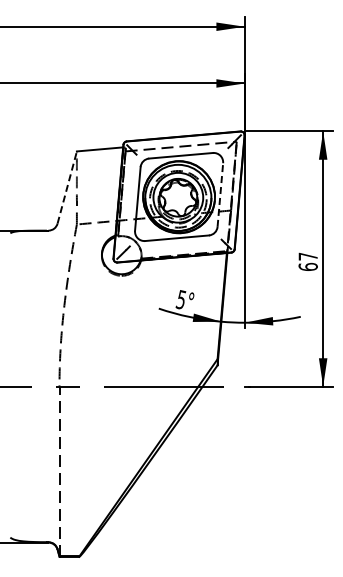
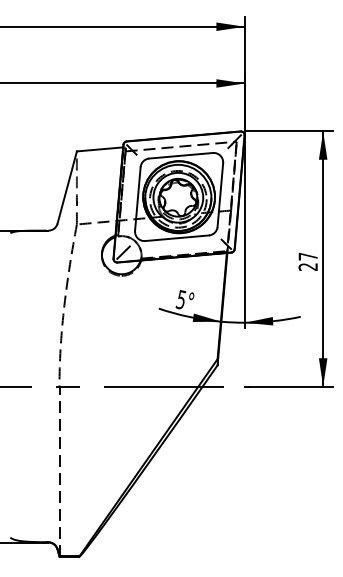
line at (67, 187): dashed -> solid
line at (220, 195): dashed -> solid
text at (307, 266): 67 -> 27
